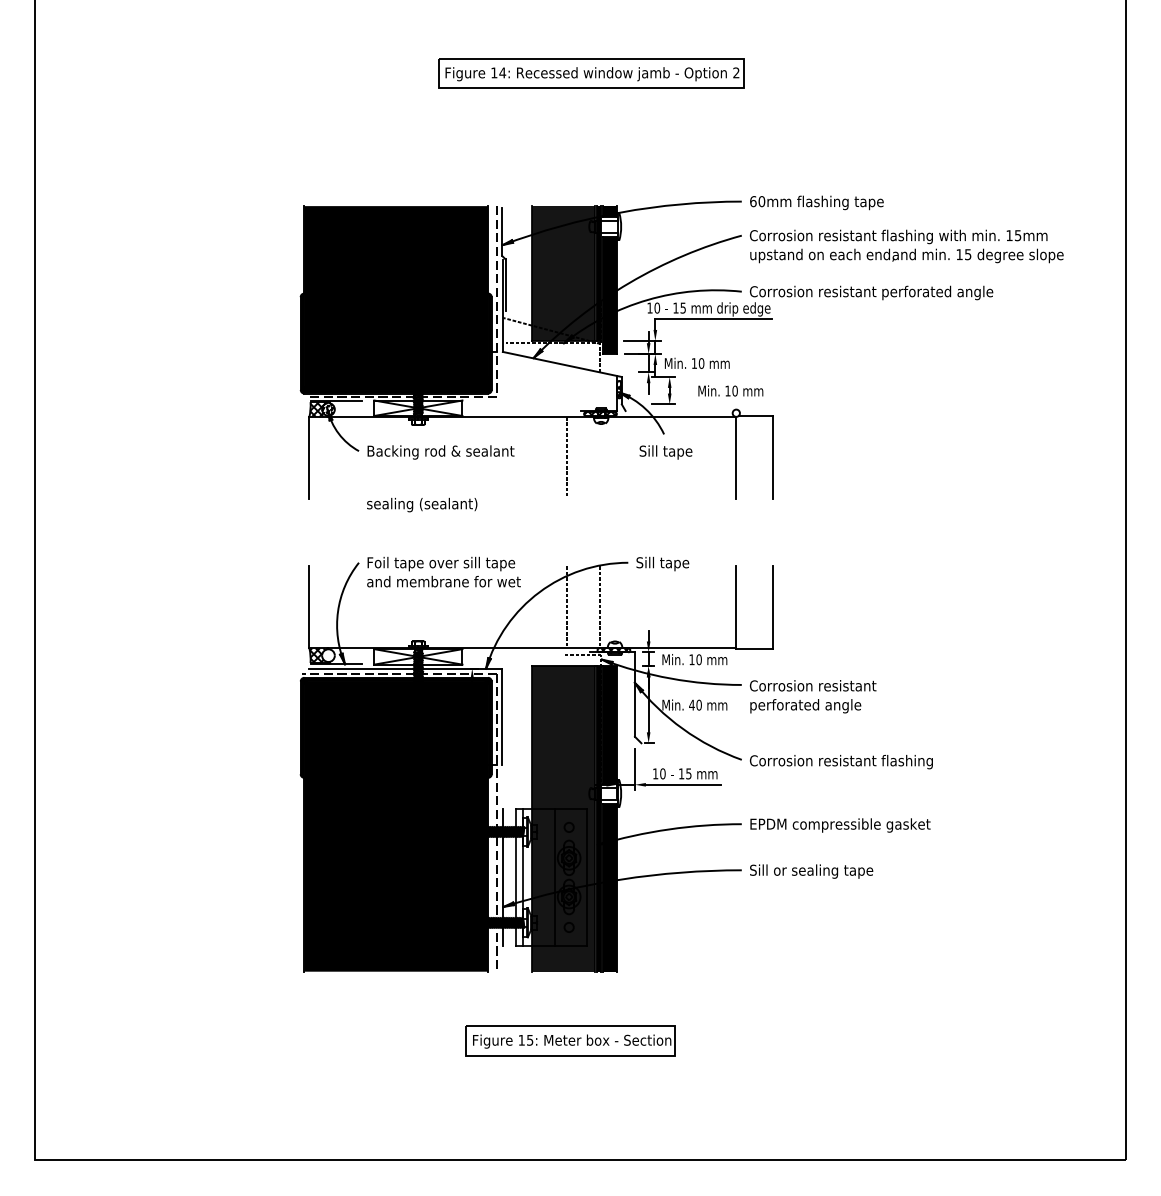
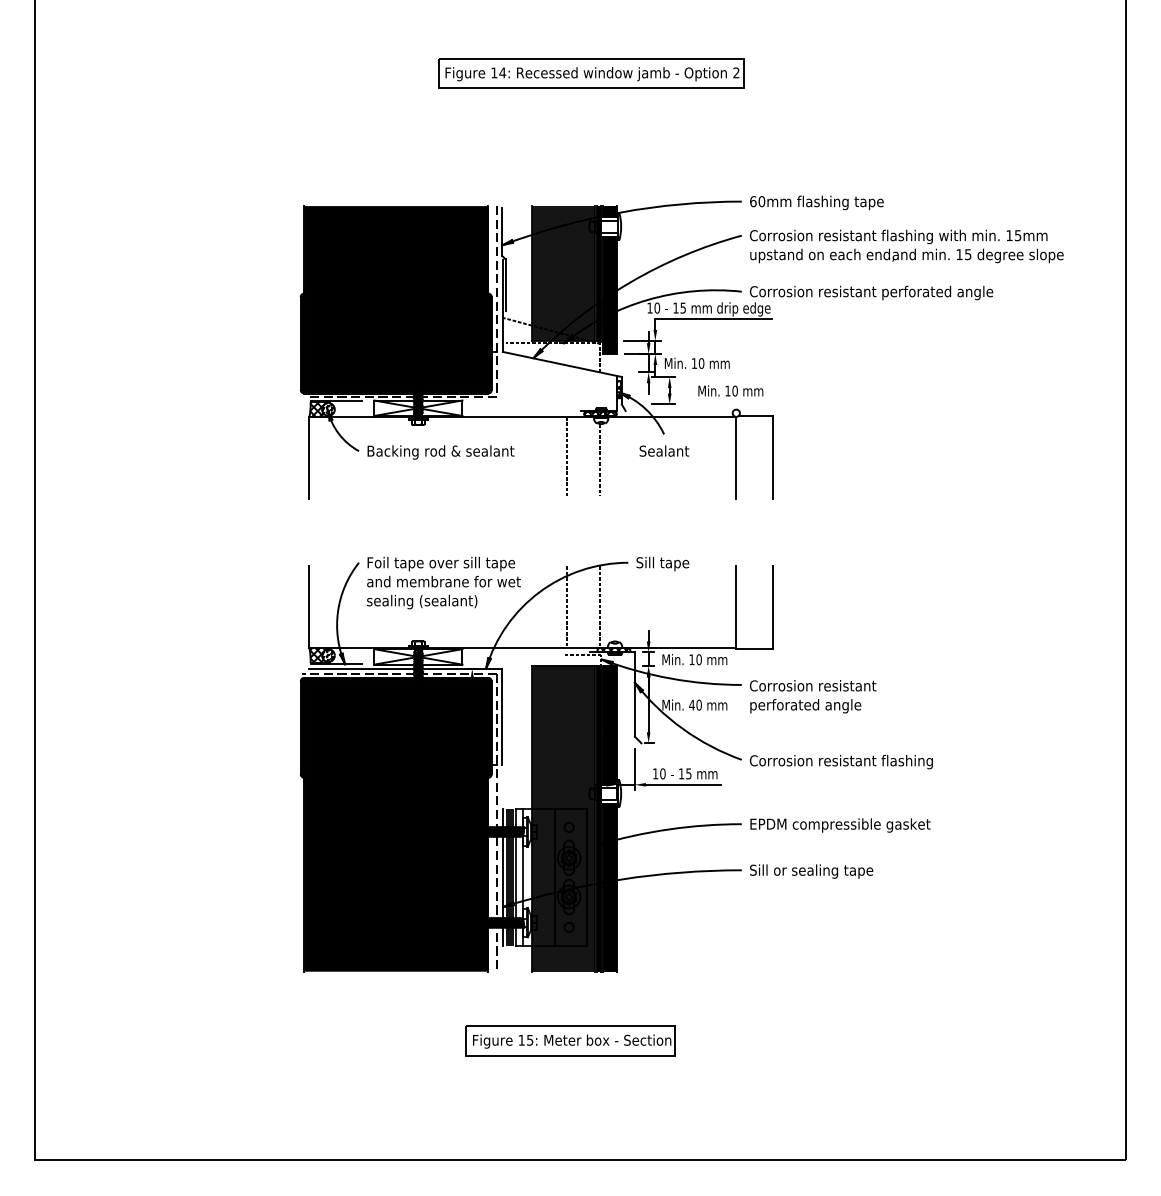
text at (670, 452): Sill tape -> Sealant
line at (600, 460): none -> present
text at (422, 505) position: (422, 505) -> (422, 602)
hatch at (328, 655): none -> present
fill at (509, 877): none -> present
